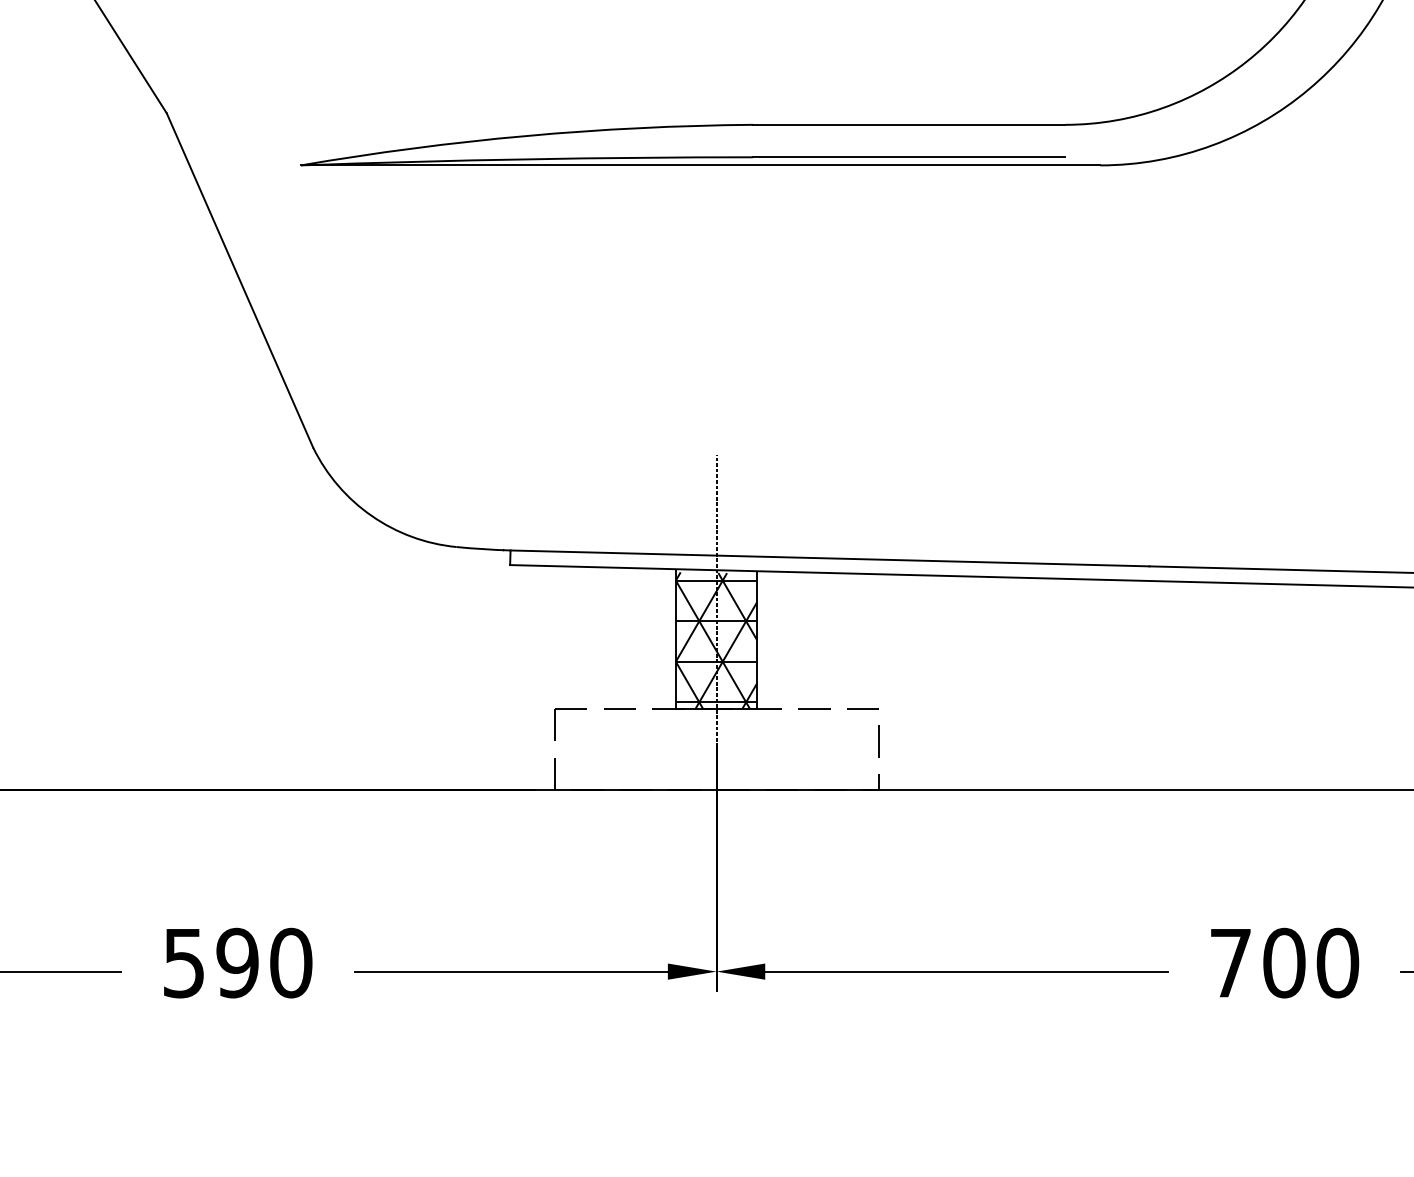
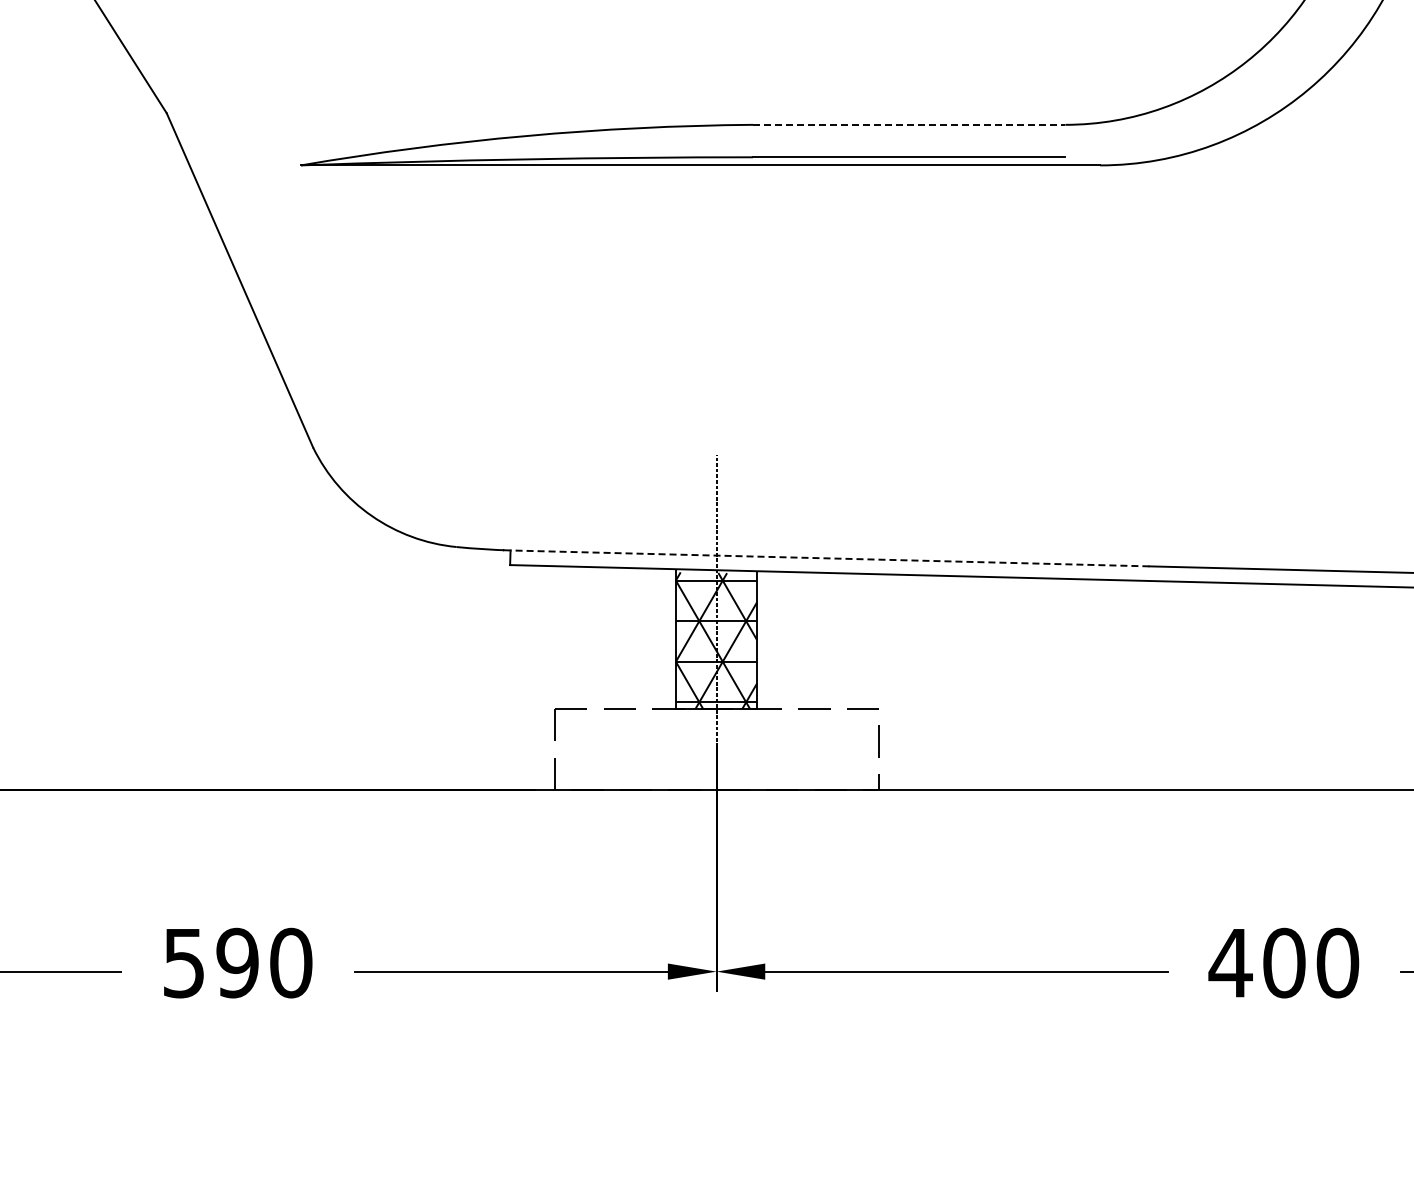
line at (909, 124): solid -> dashed
line at (829, 558): solid -> dashed
text at (1230, 963): 700 -> 400
